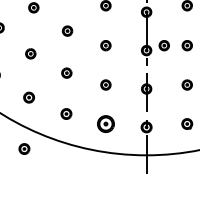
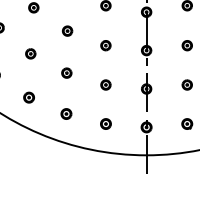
part at (163, 45): present -> none
part at (105, 123) size: 18x18 px -> 12x12 px
part at (24, 148): present -> none
